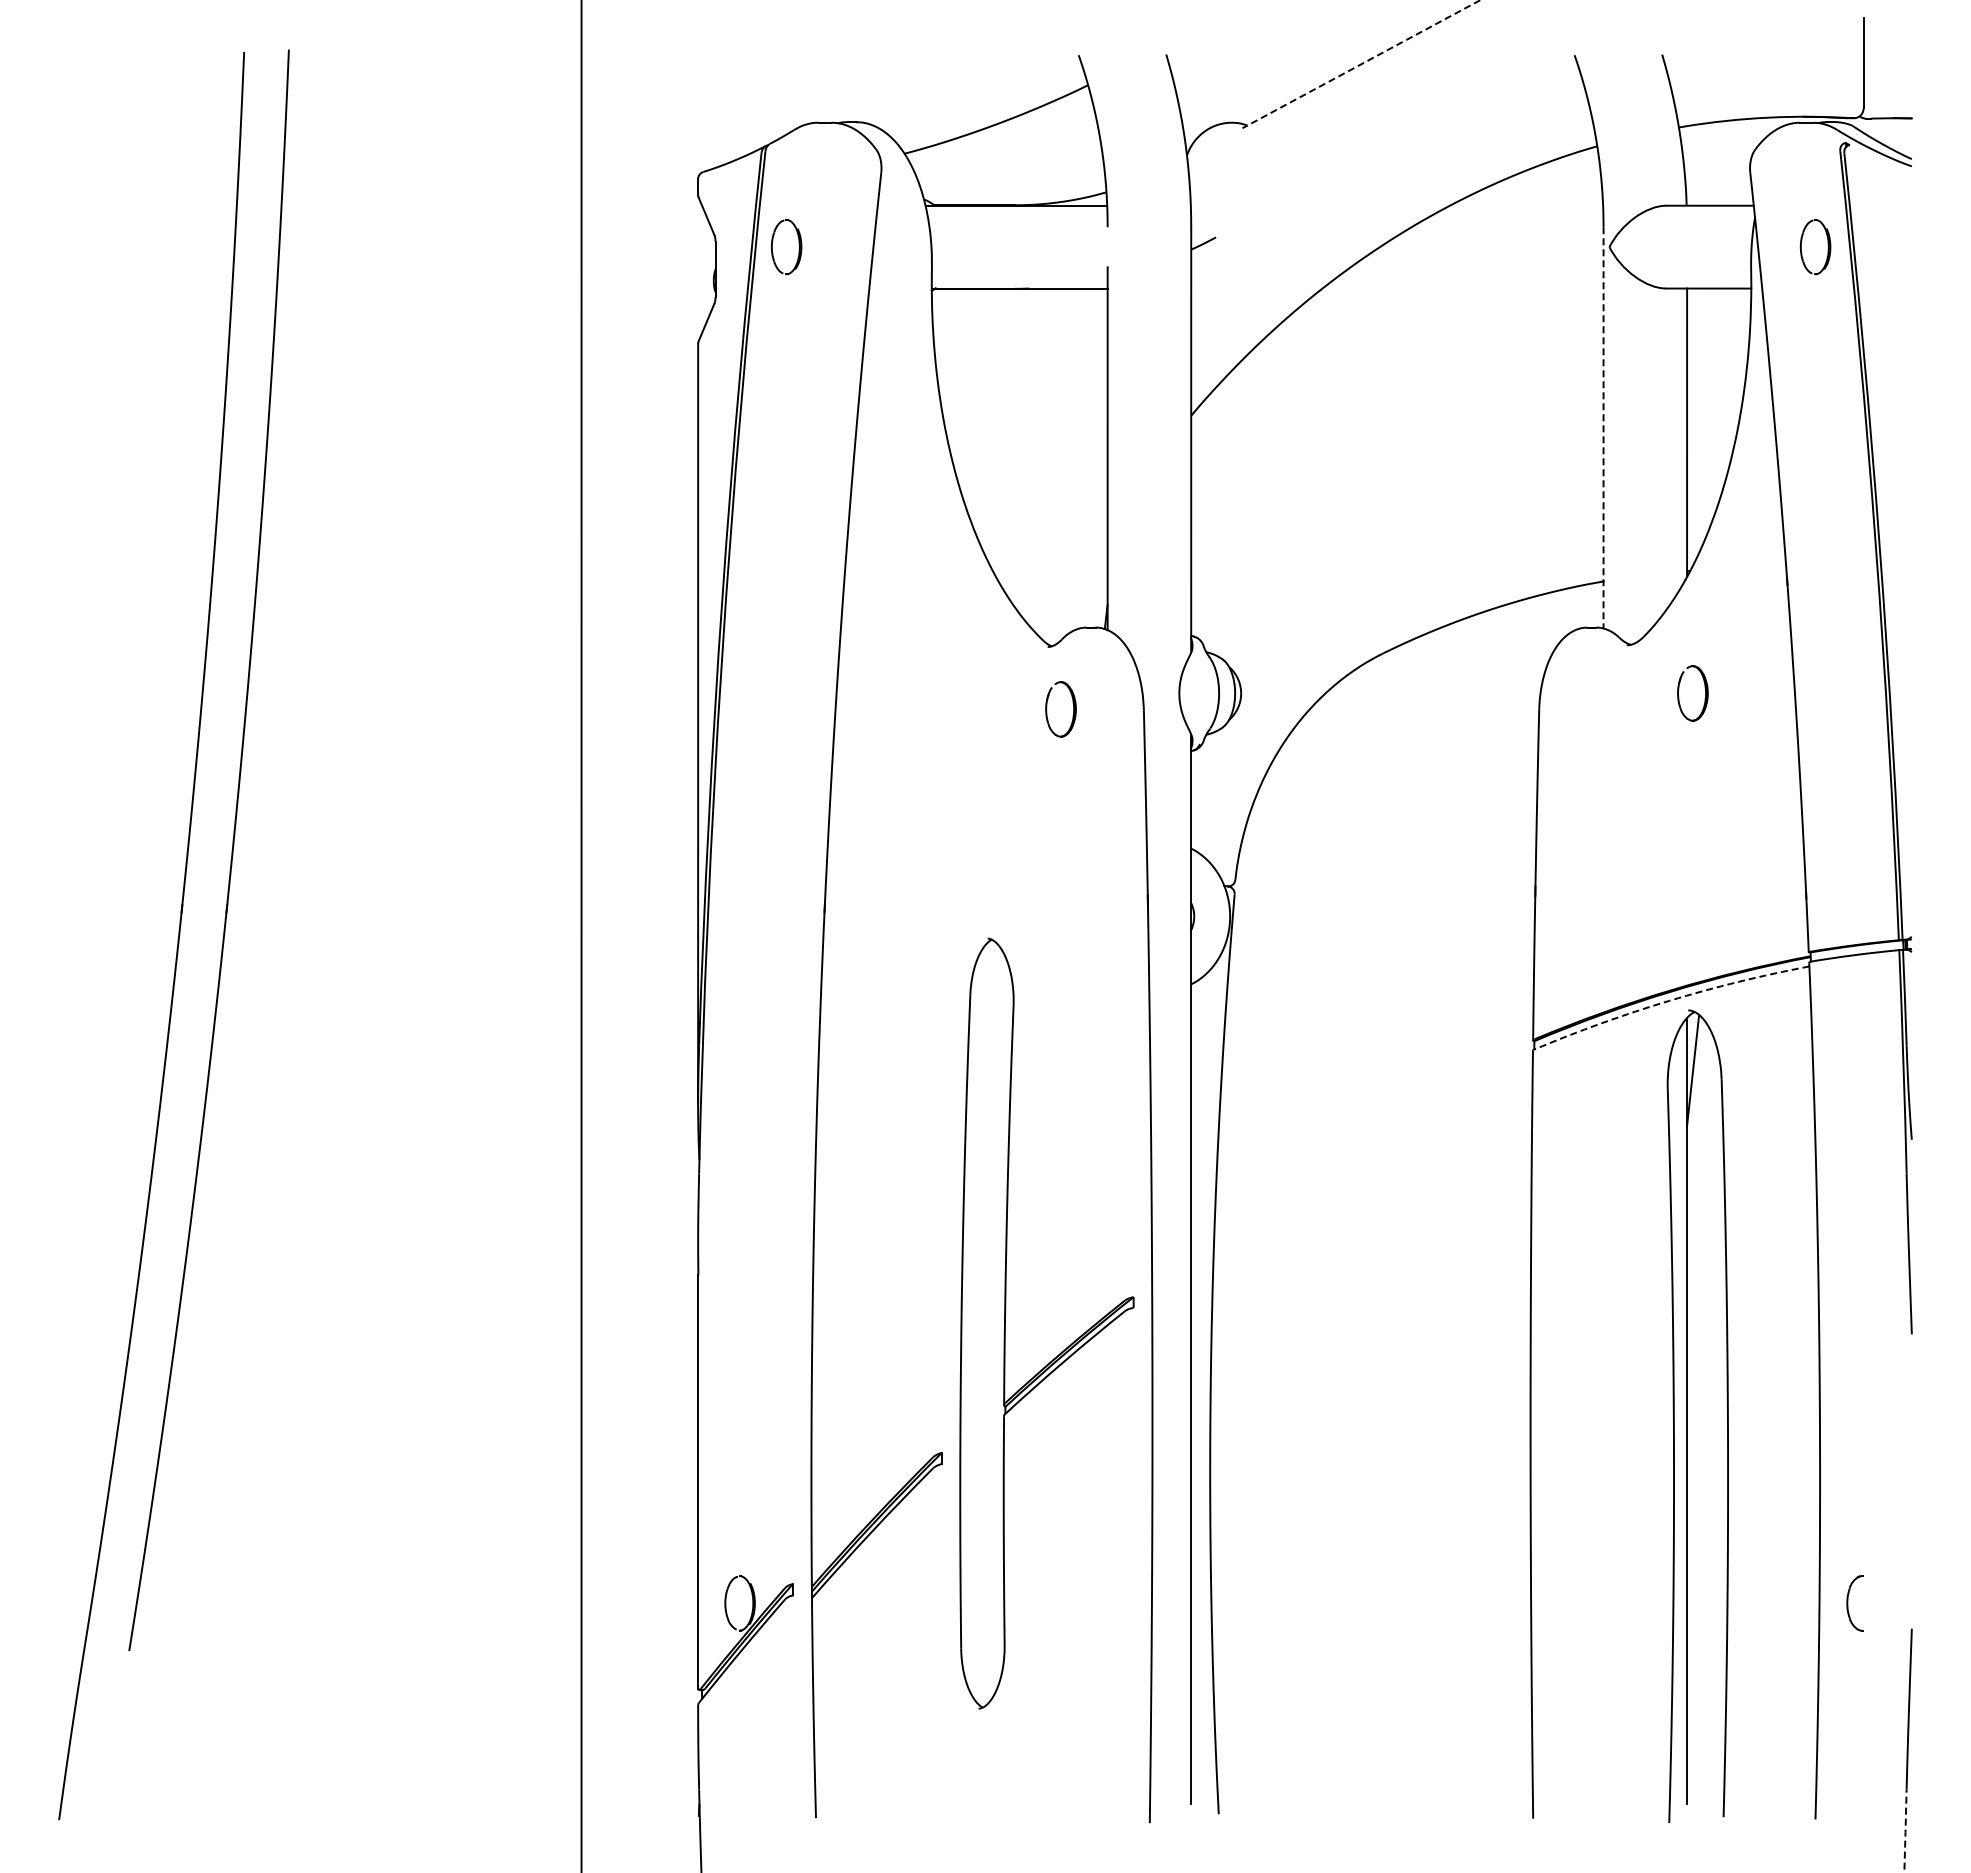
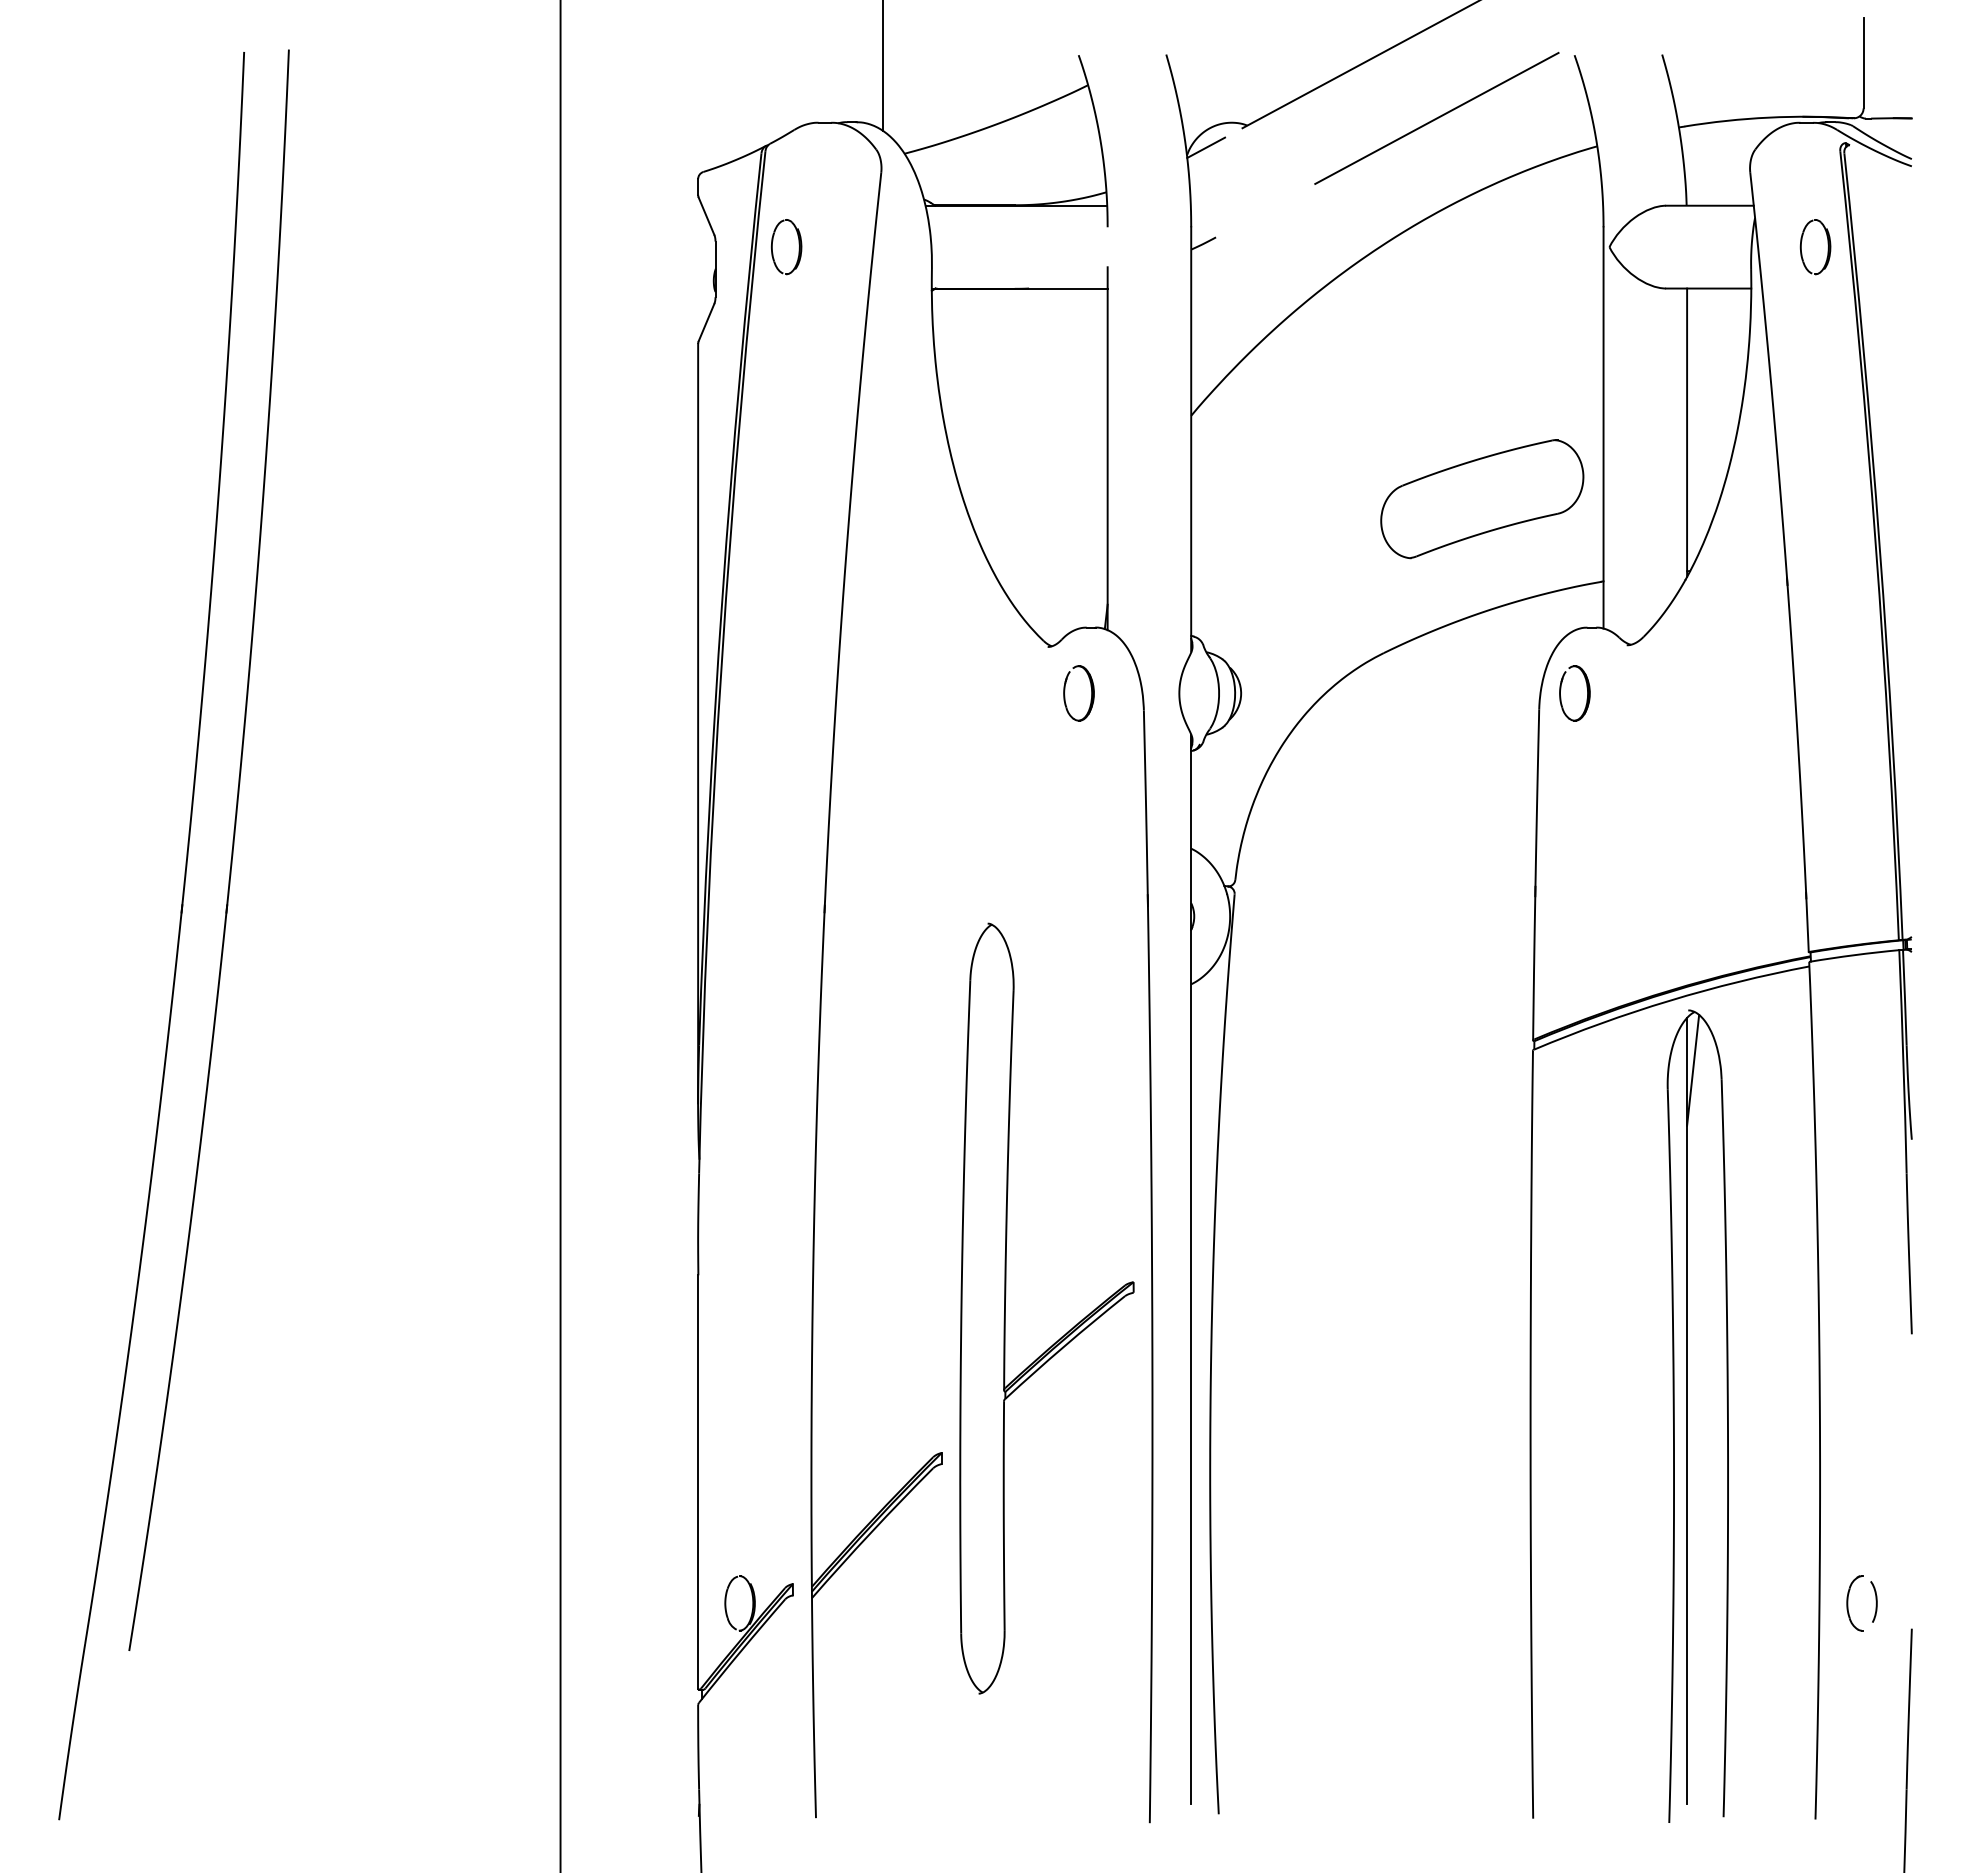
line at (1361, 64): dashed -> solid
line at (882, 66): none -> present
line at (1436, 117): none -> present
line at (1206, 147): none -> present
line at (1603, 427): dashed -> solid
part at (1482, 499): none -> present
part at (1705, 693) position: (1705, 693) -> (1587, 693)
part at (1073, 709) position: (1073, 709) -> (1091, 693)
line at (581, 935) position: (581, 935) -> (560, 935)
arc at (1669, 1000): dashed -> solid
part at (1068, 1345) position: (1068, 1345) -> (1068, 1330)
curve at (1875, 1601): none -> present
arc at (1905, 1830): dashed -> solid
